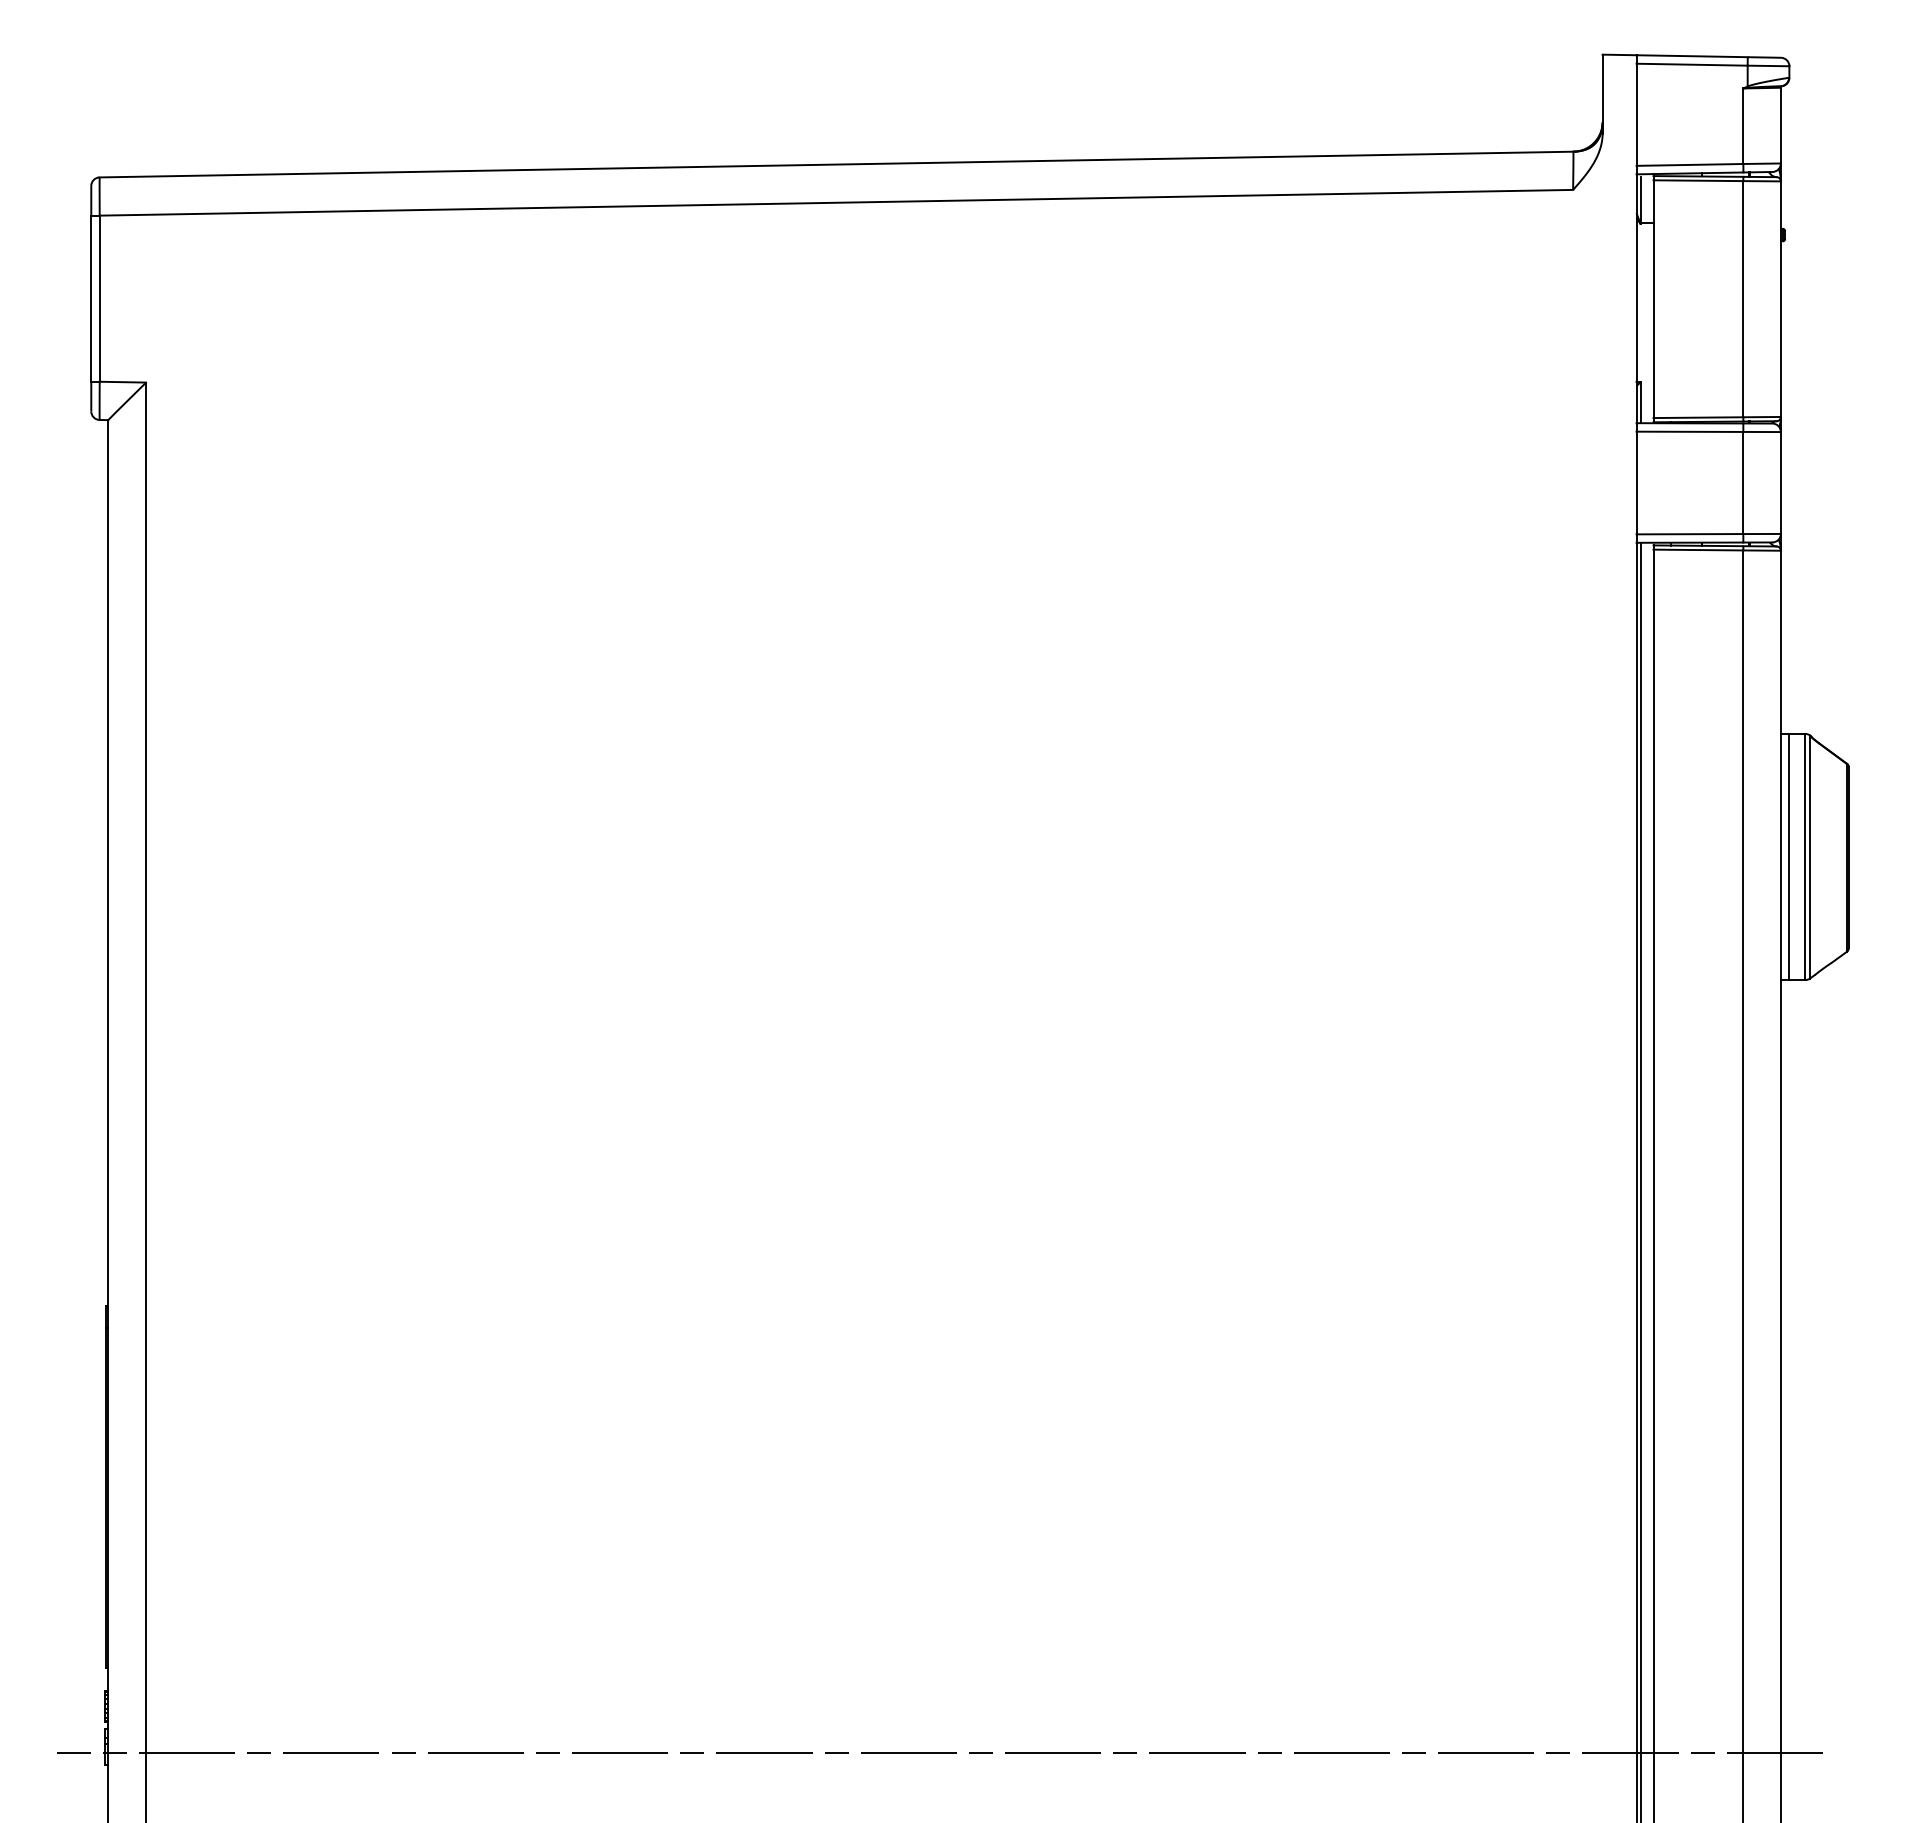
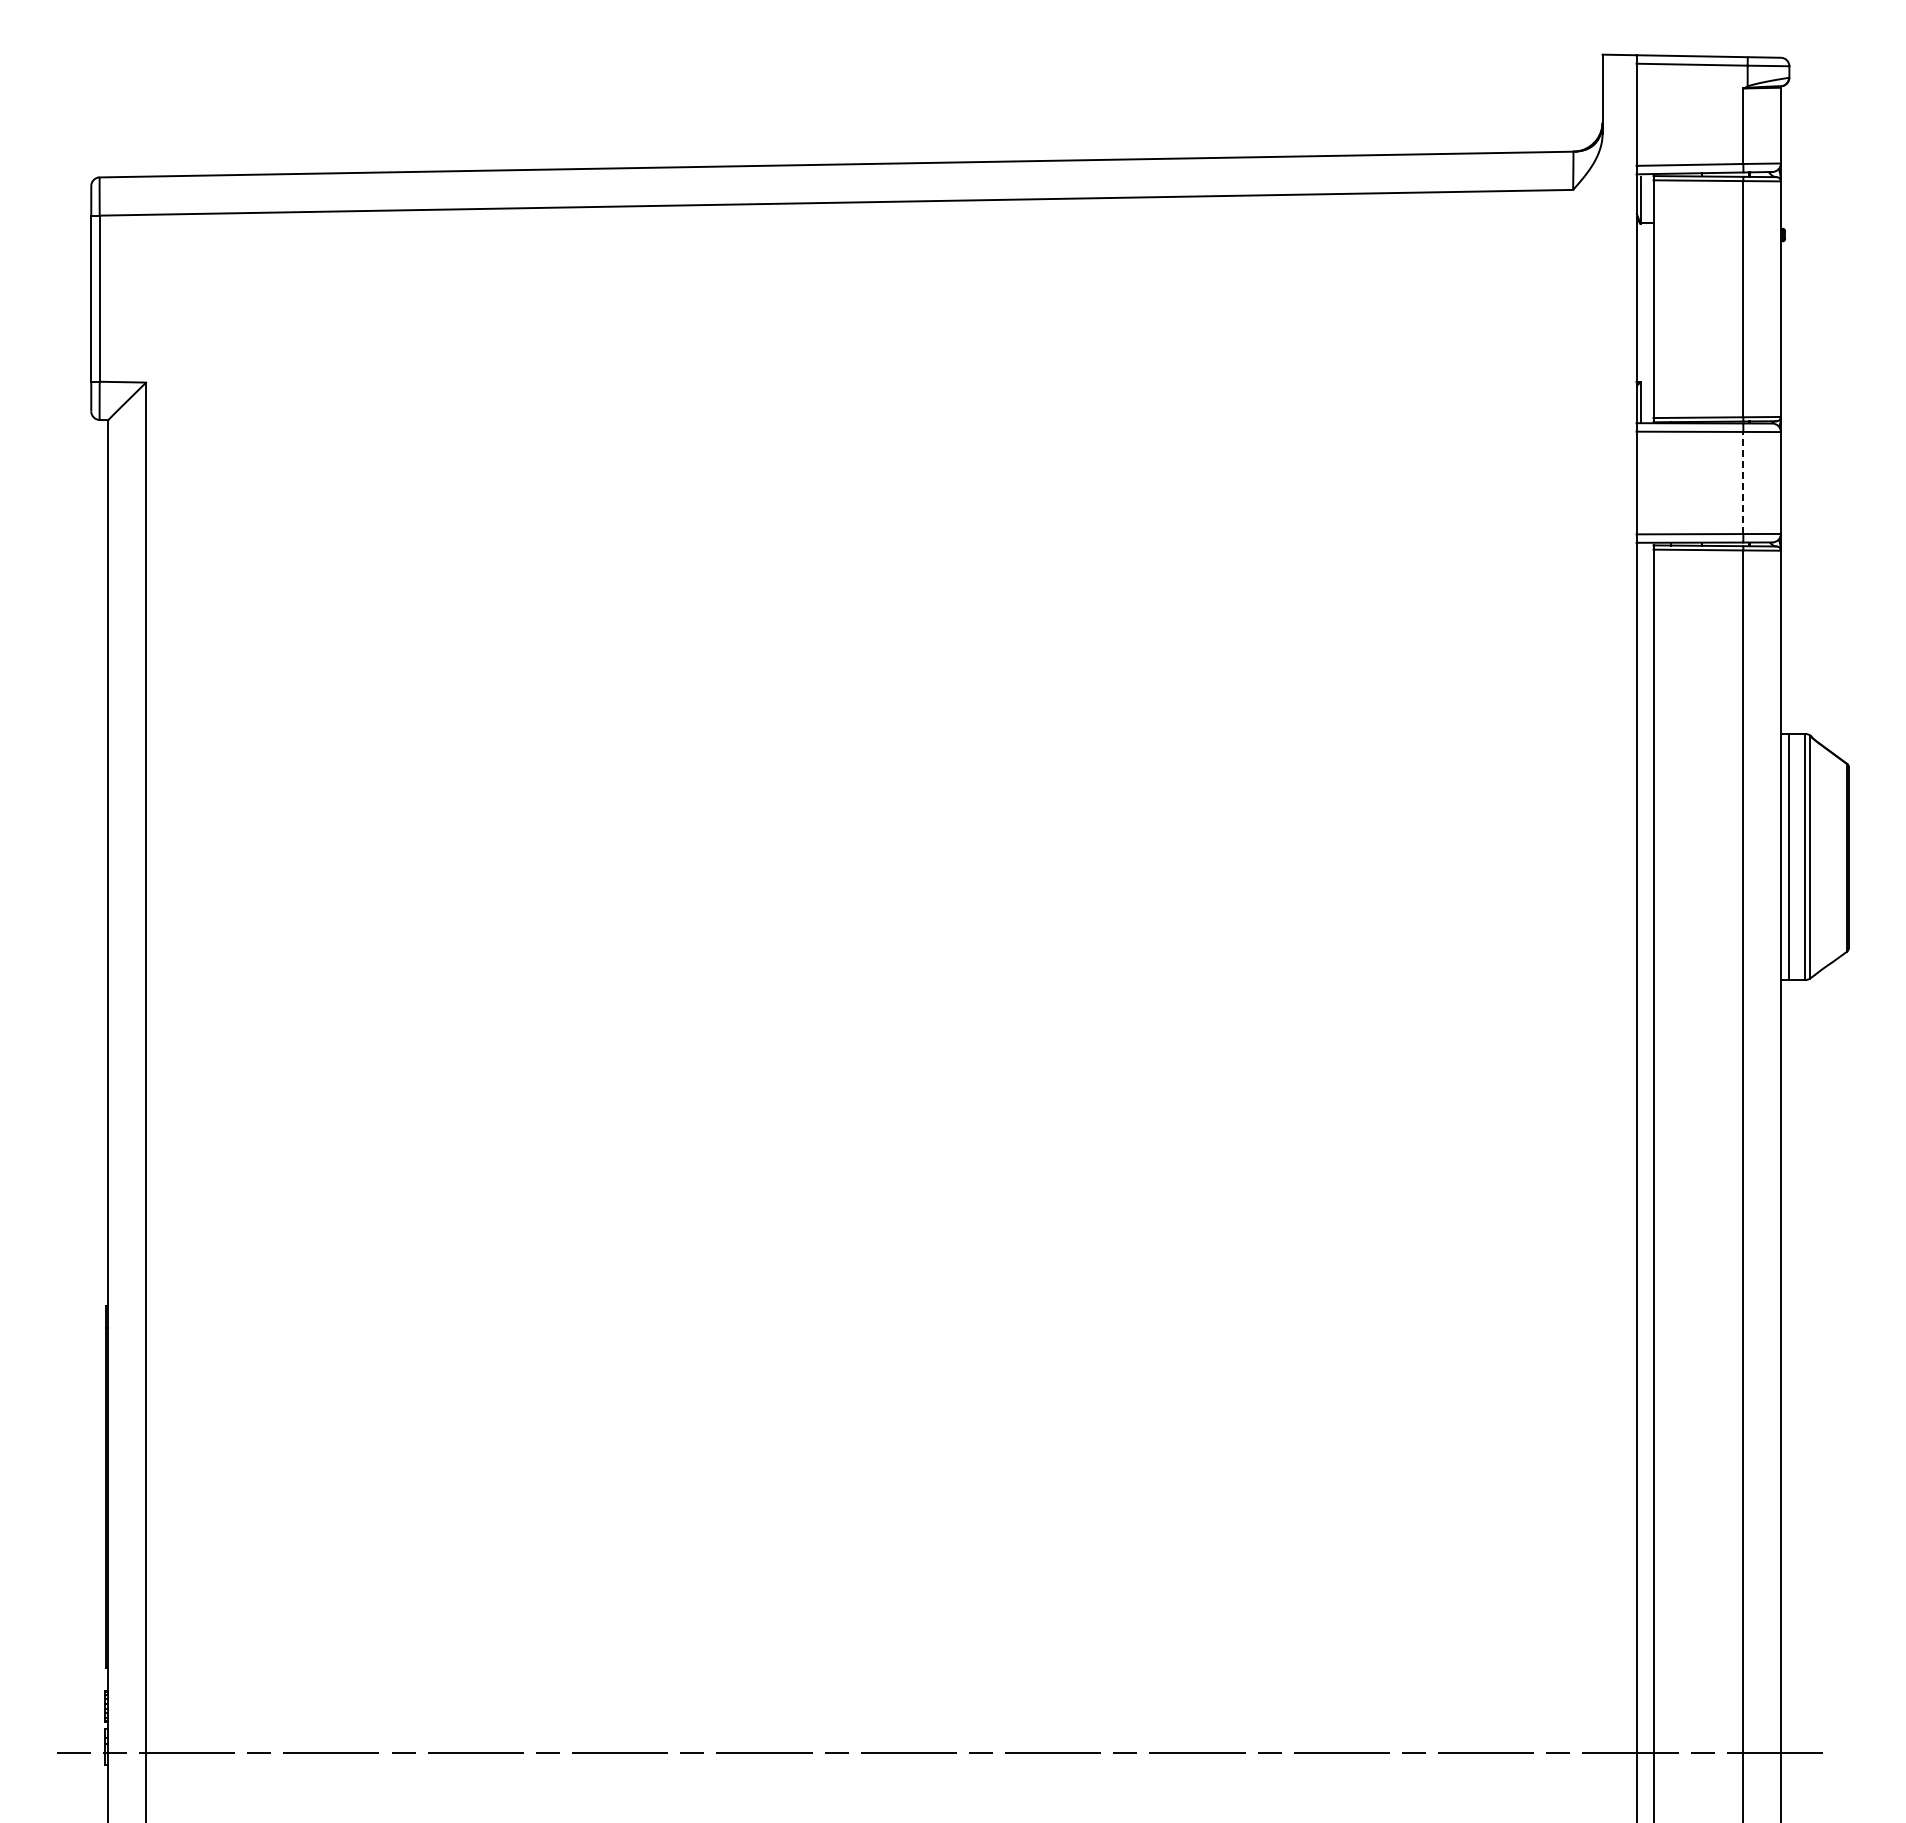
line at (1743, 482): solid -> dashed
line at (1640, 1180): present -> none
